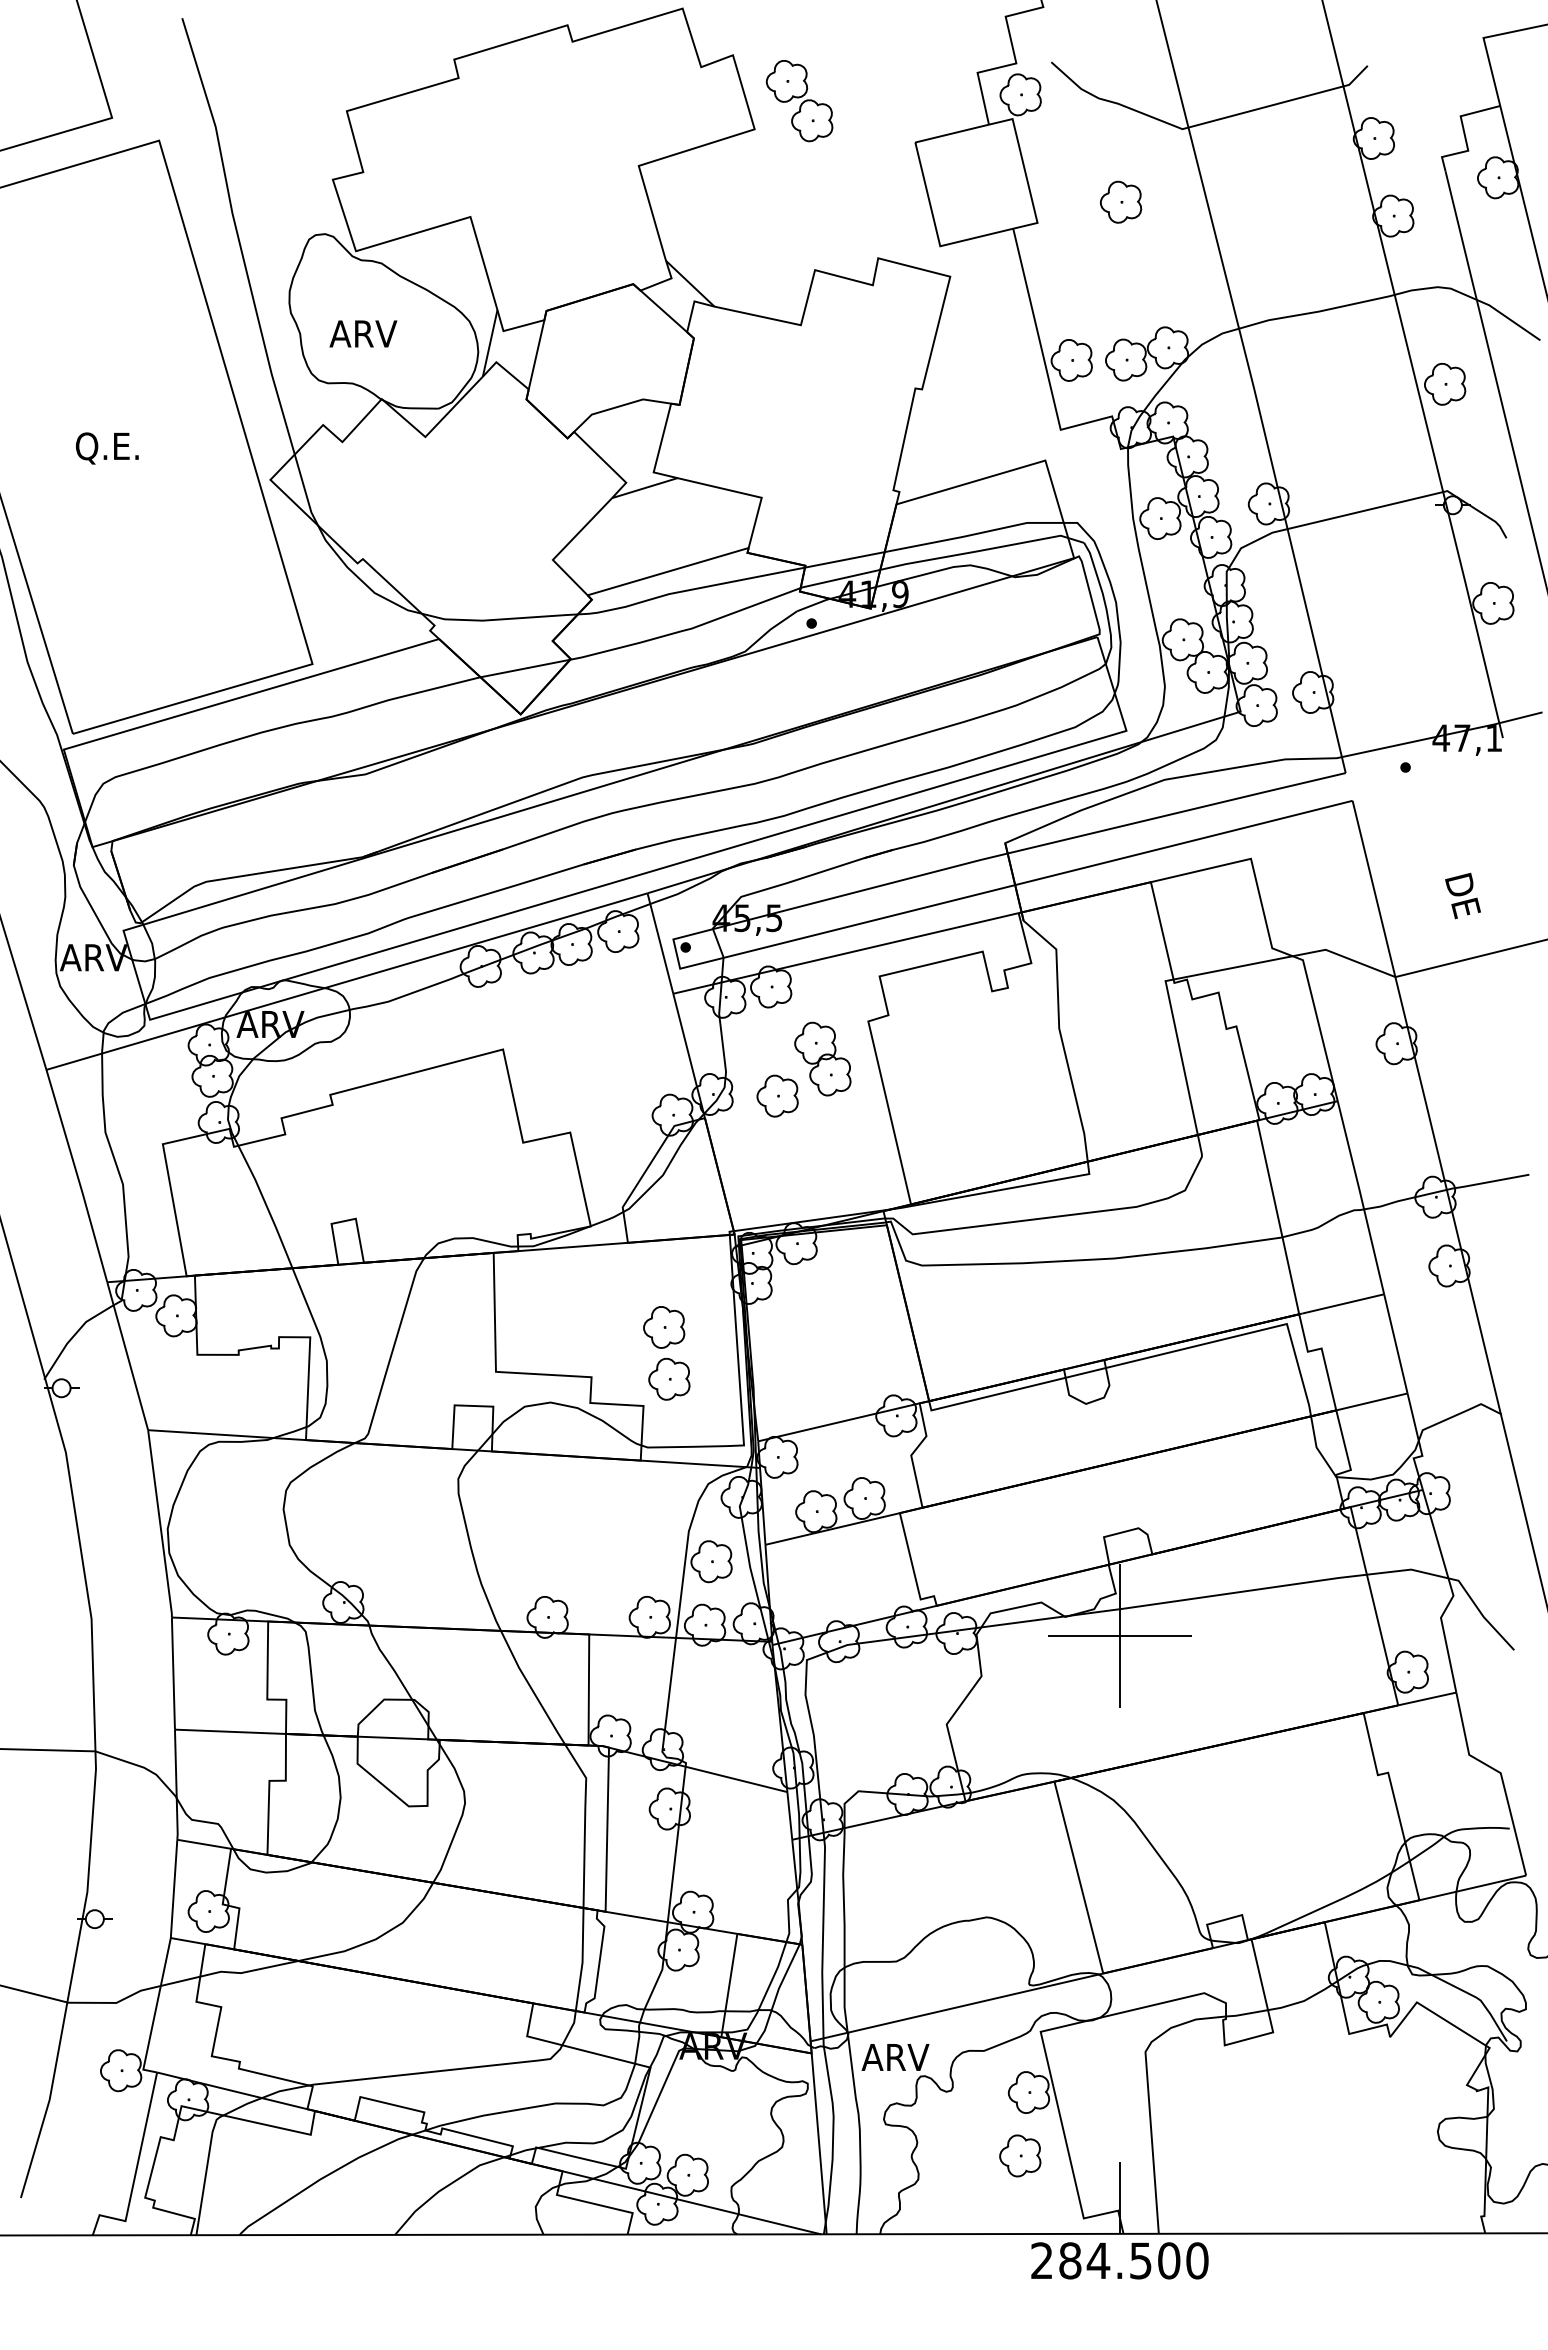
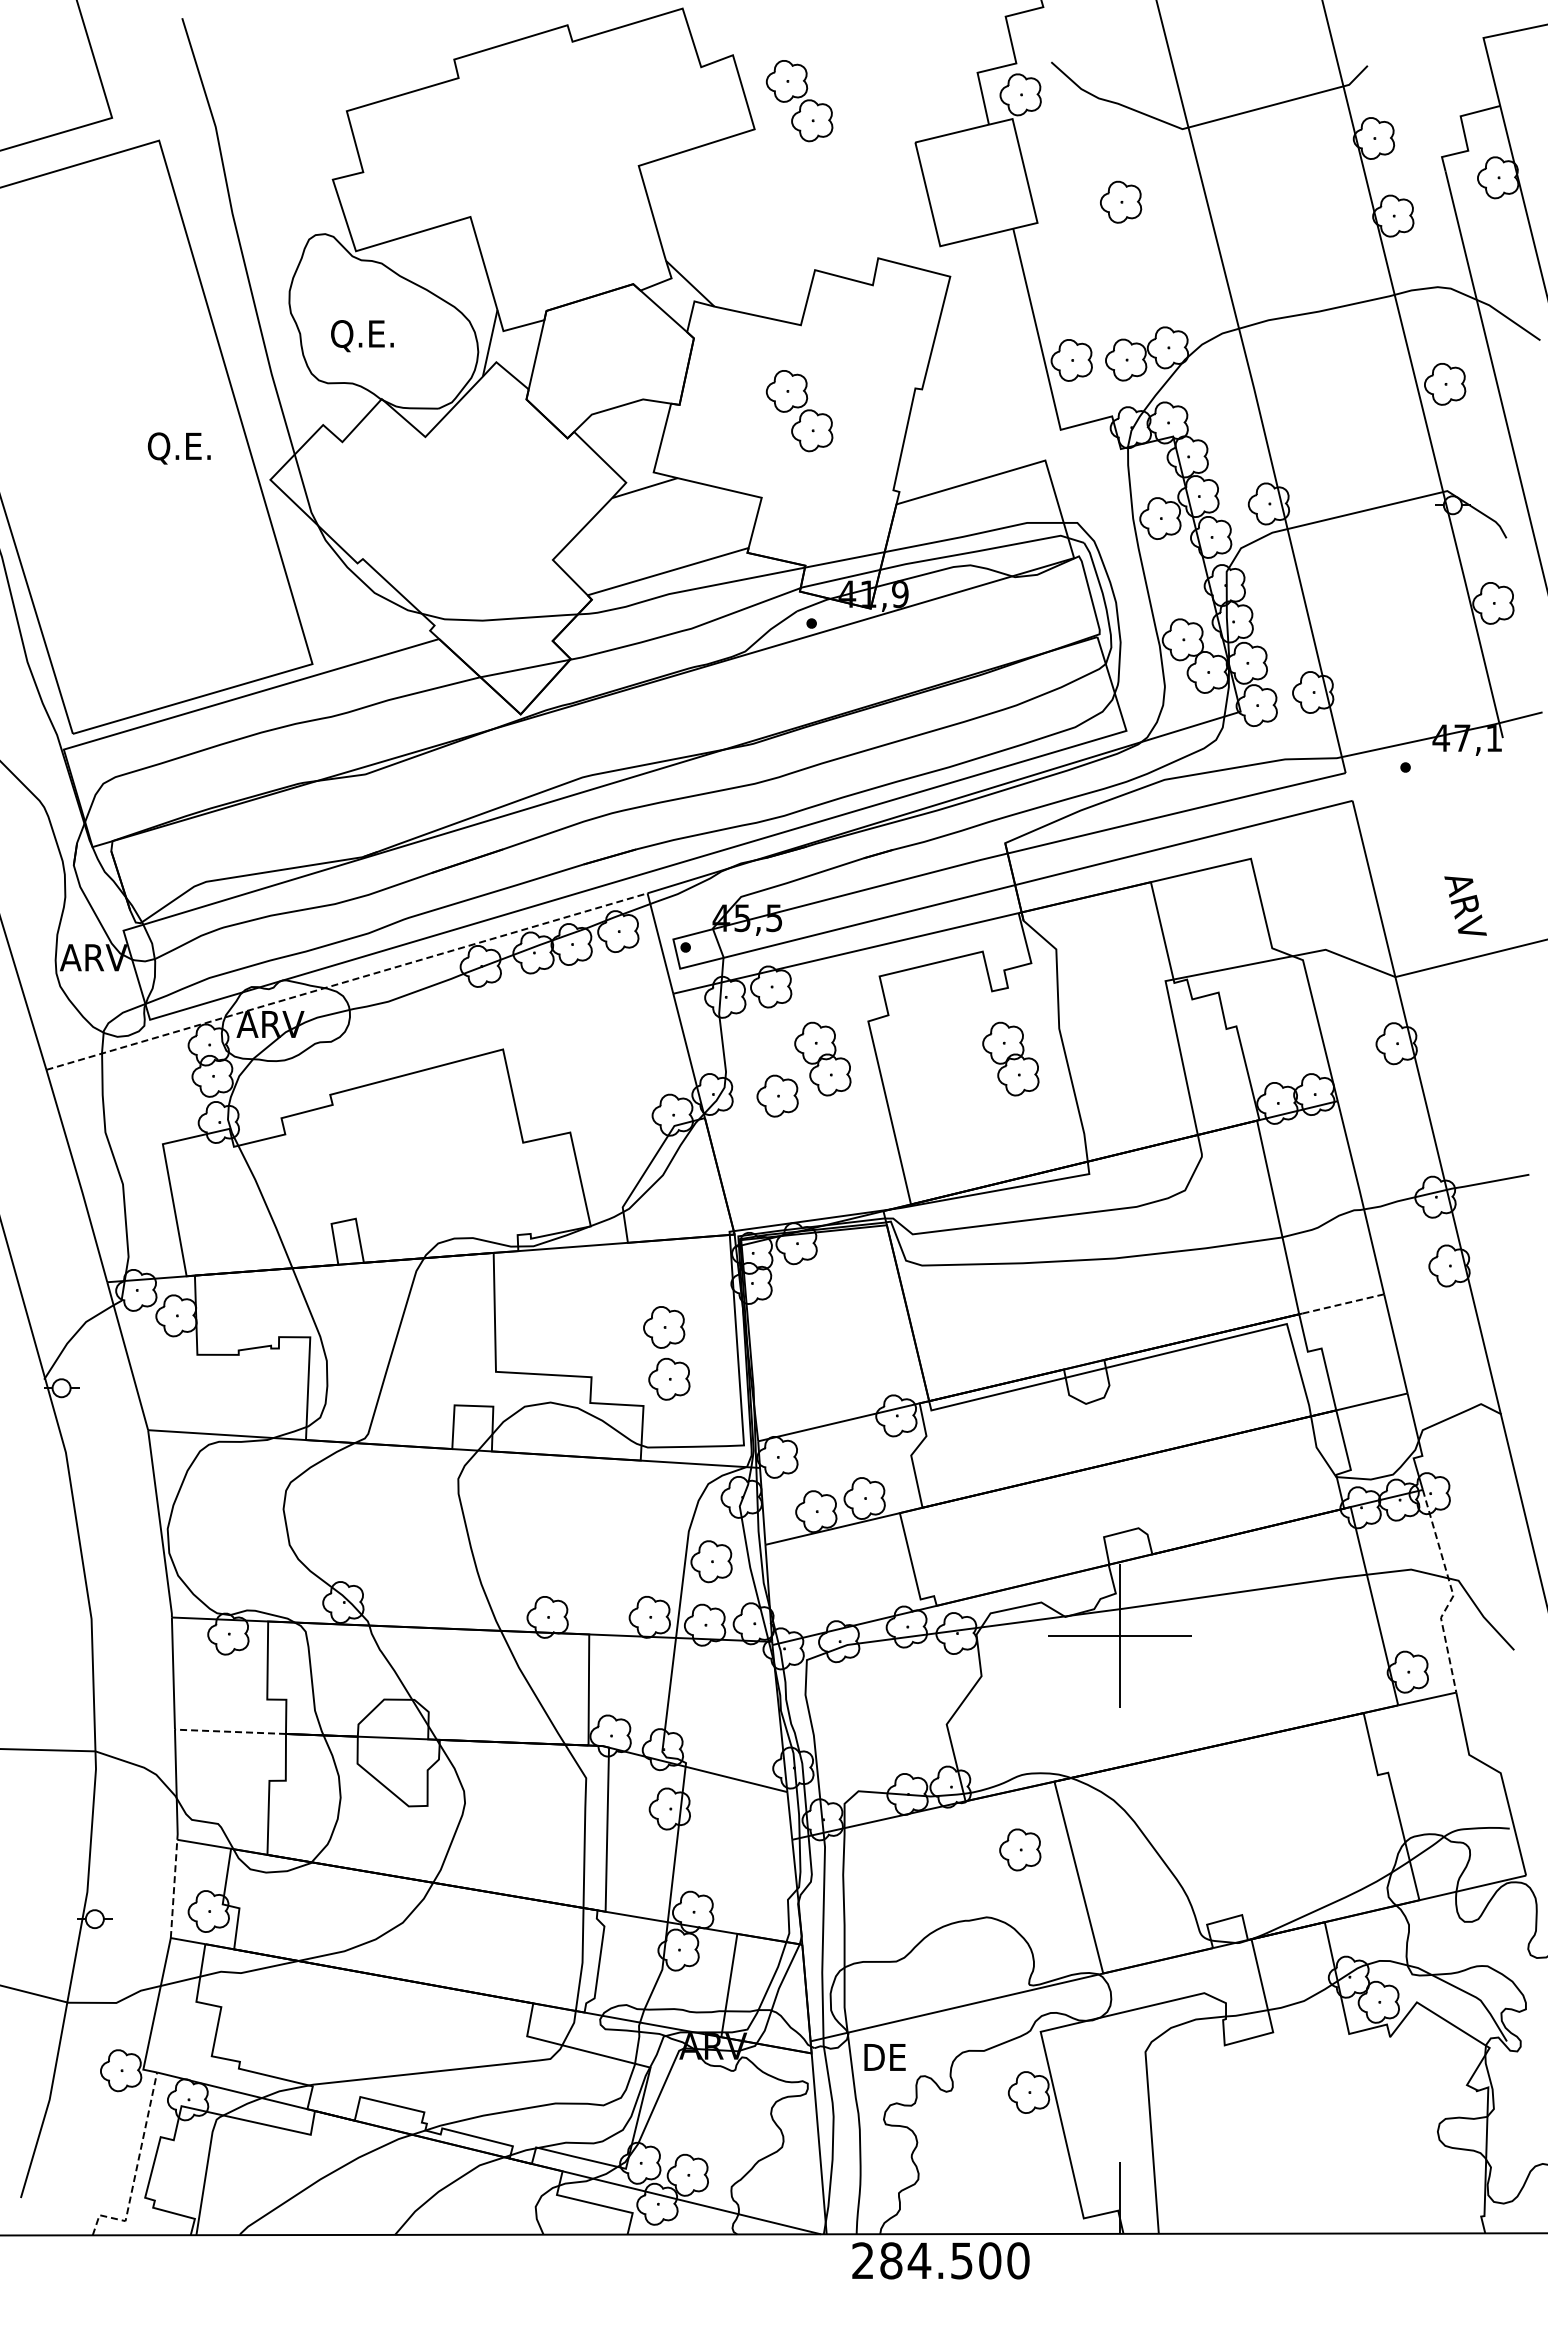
text at (363, 336): ARV -> Q.E.
part at (799, 411): none -> present
text at (106, 448) position: (106, 448) -> (178, 448)
text at (1465, 903): DE -> ARV
line at (347, 981): solid -> dashed
part at (1010, 1058): none -> present
line at (1343, 1303): solid -> dashed
line at (1452, 1592): solid -> dashed
line at (230, 1731): solid -> dashed
line at (174, 1888): solid -> dashed
text at (895, 2057): ARV -> DE
part at (1020, 2155) position: (1020, 2155) -> (1020, 1849)
line at (136, 2171): solid -> dashed
text at (1119, 2260) position: (1119, 2260) -> (940, 2260)
